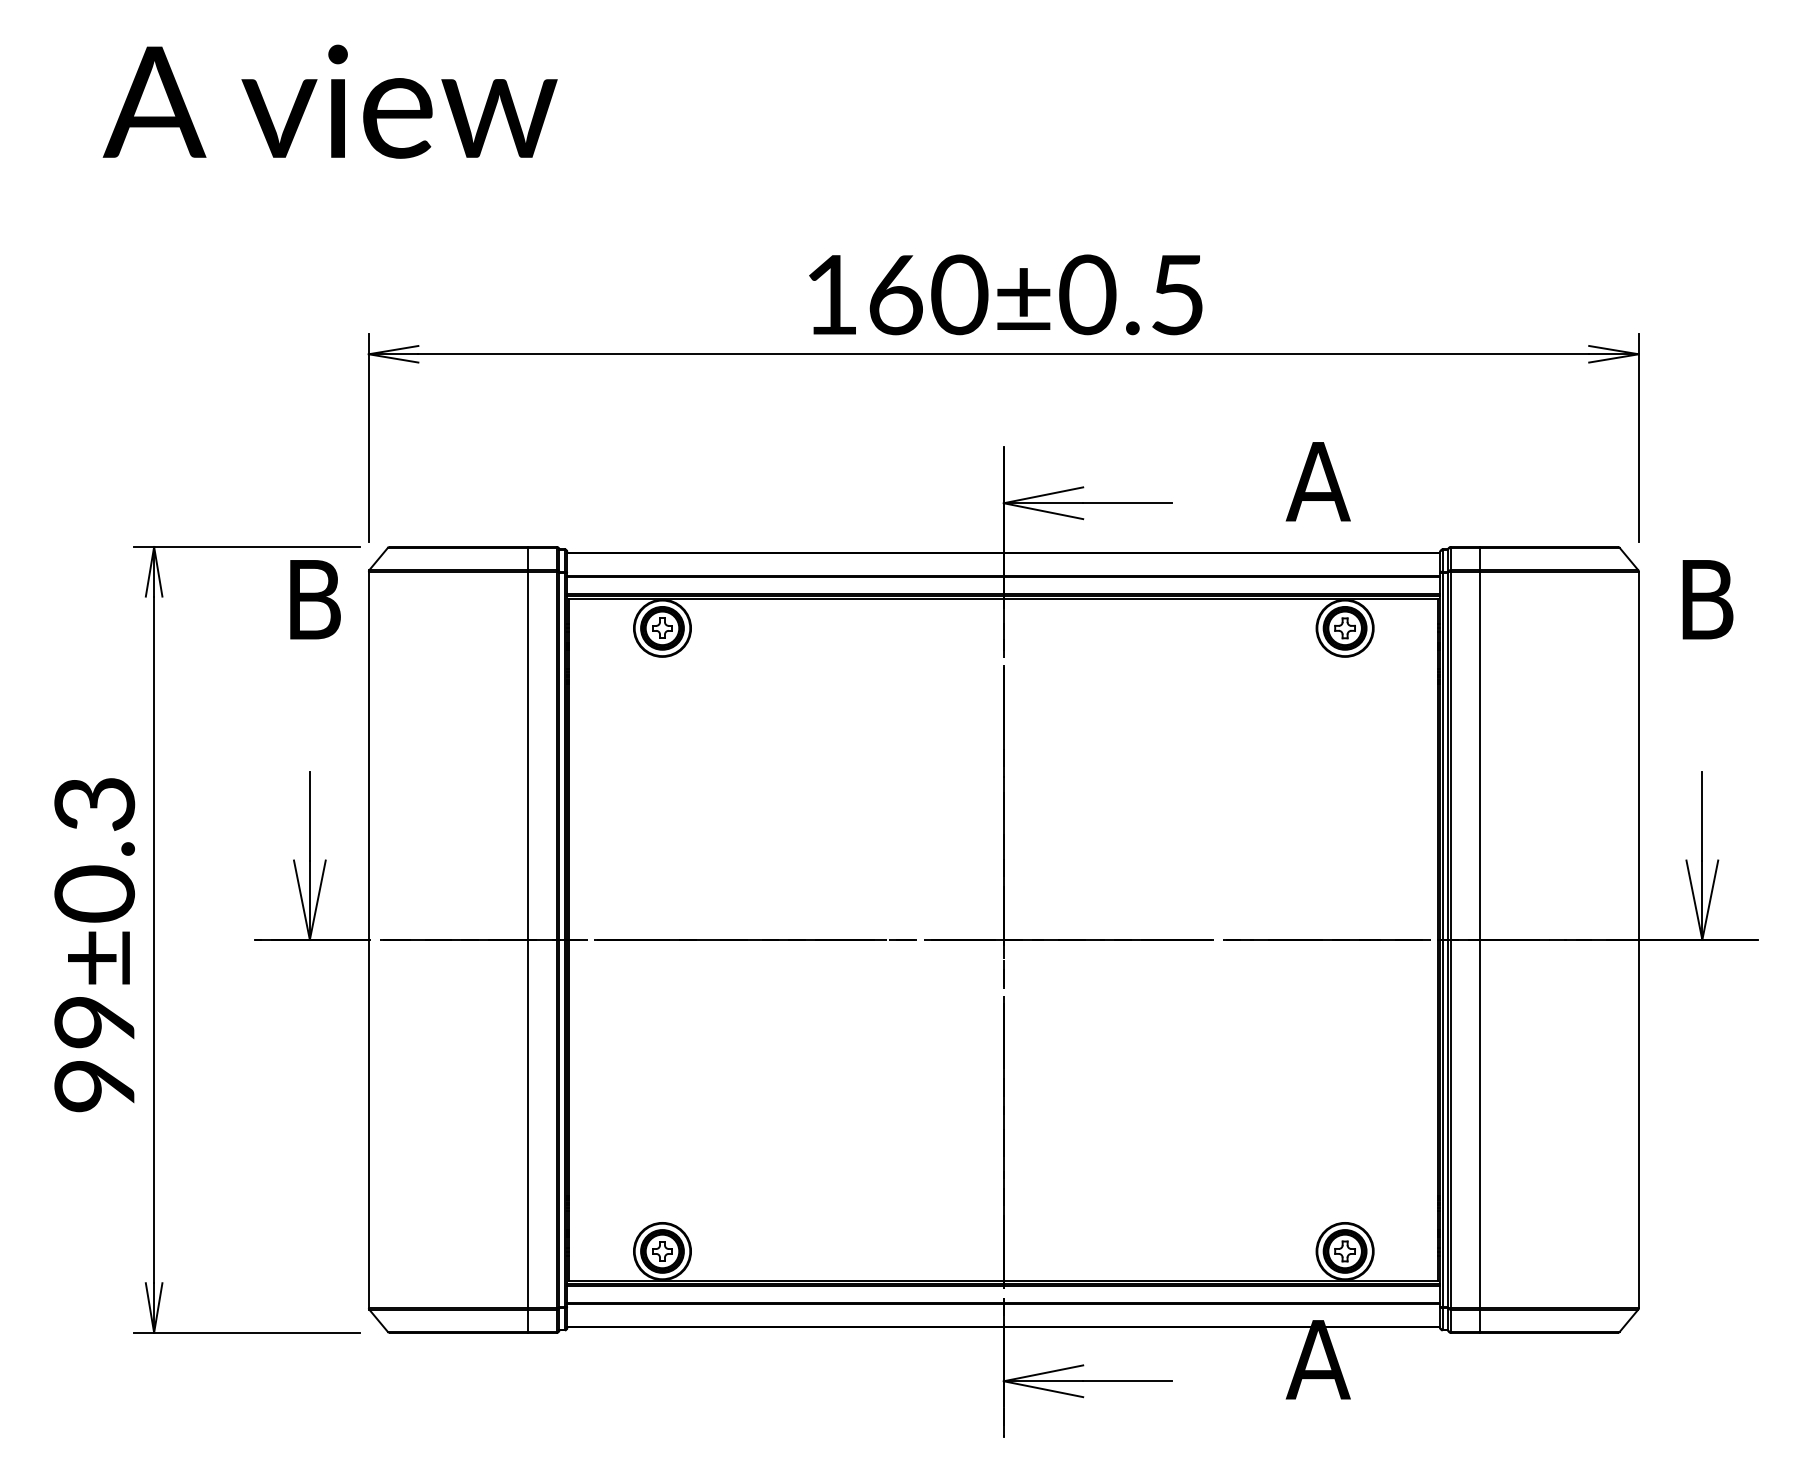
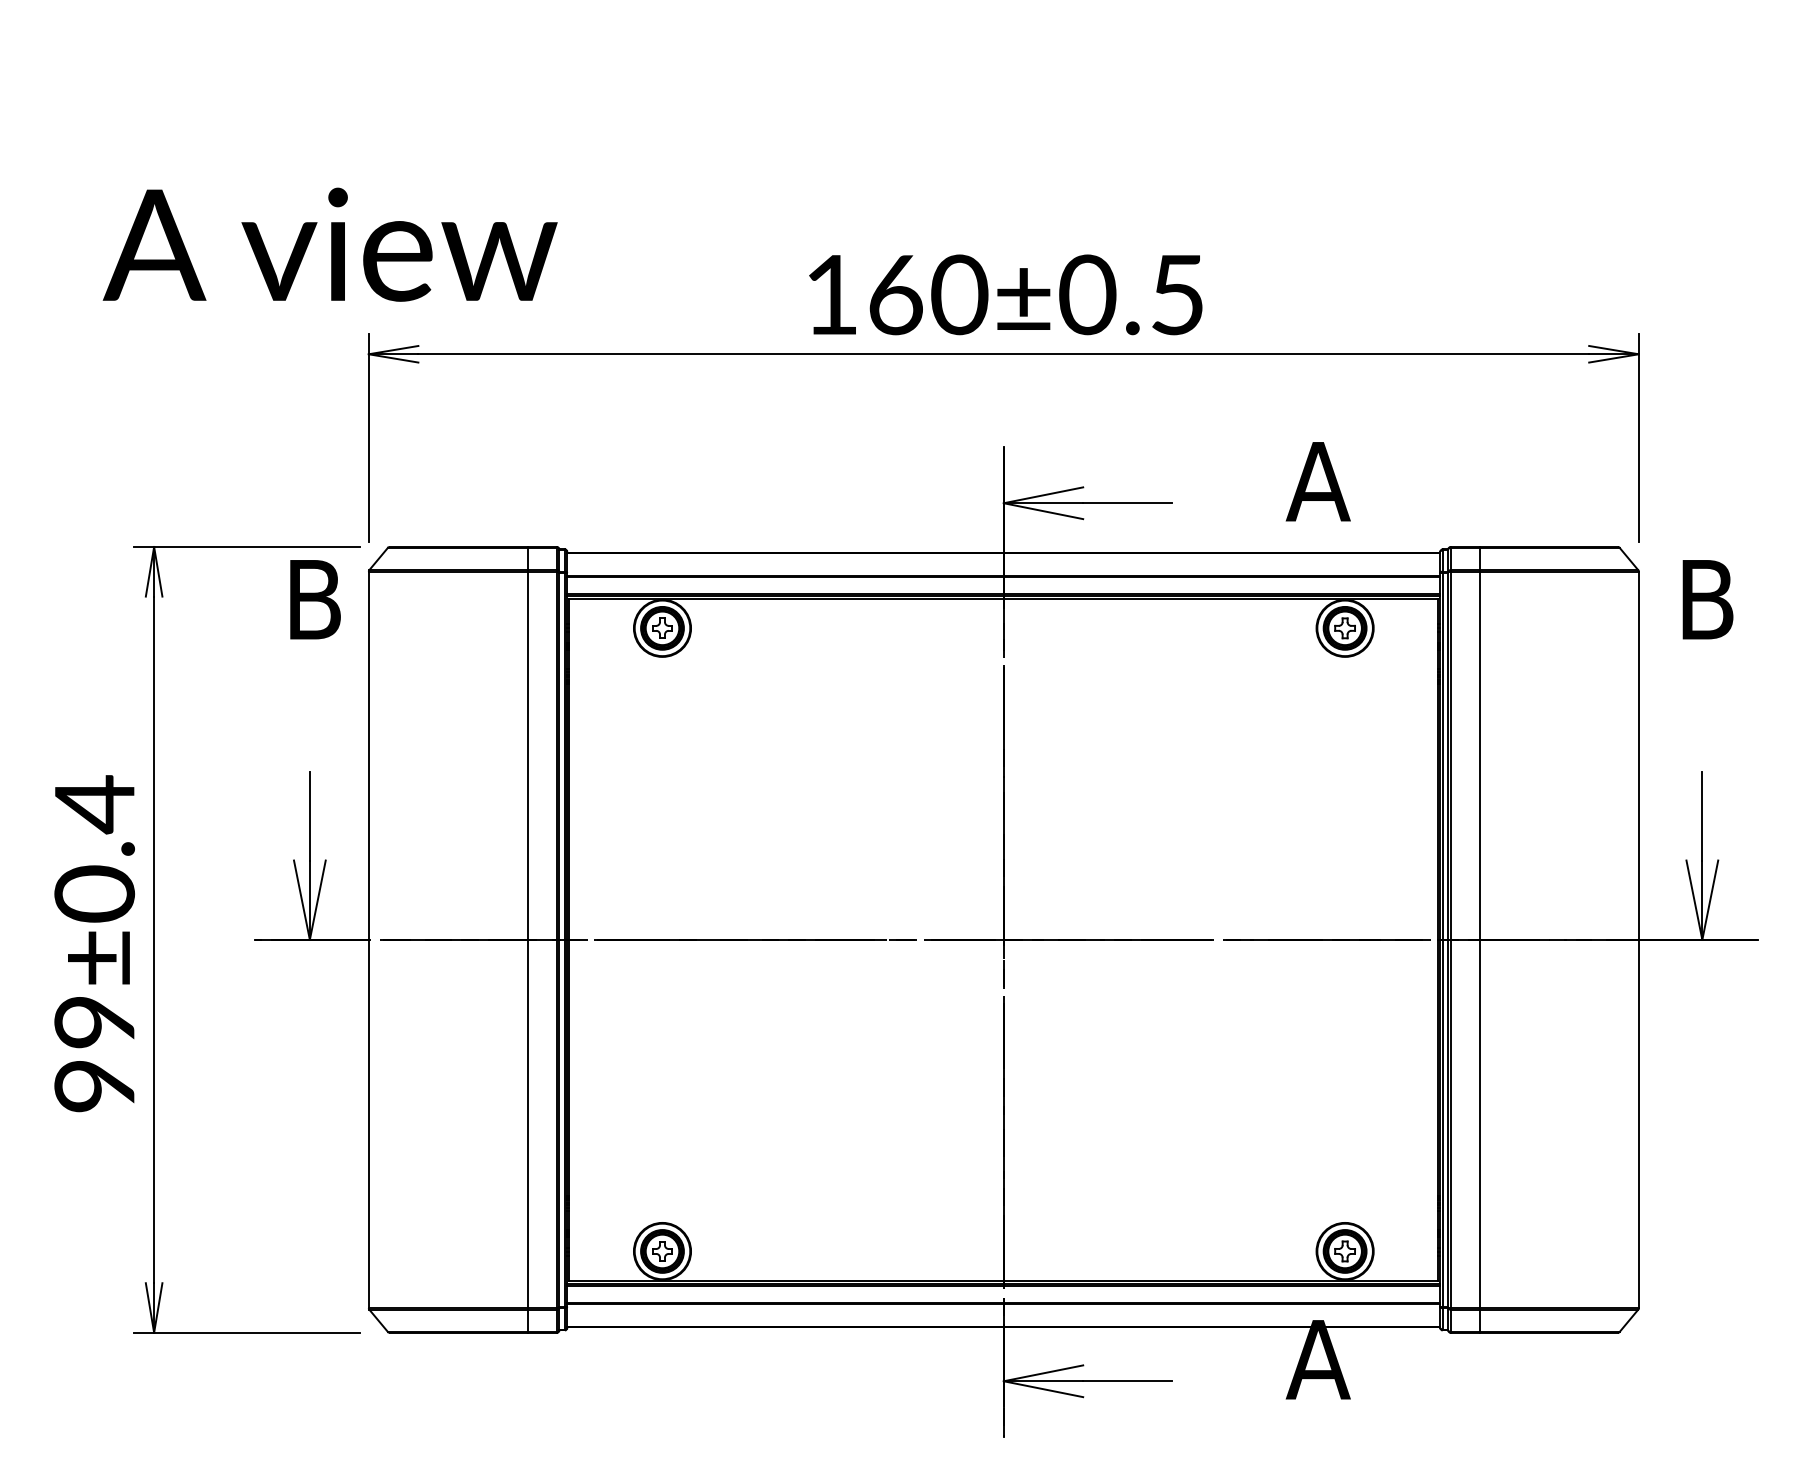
text at (329, 101) position: (329, 101) -> (329, 244)
text at (94, 804): 99±0.3 -> 99±0.4
